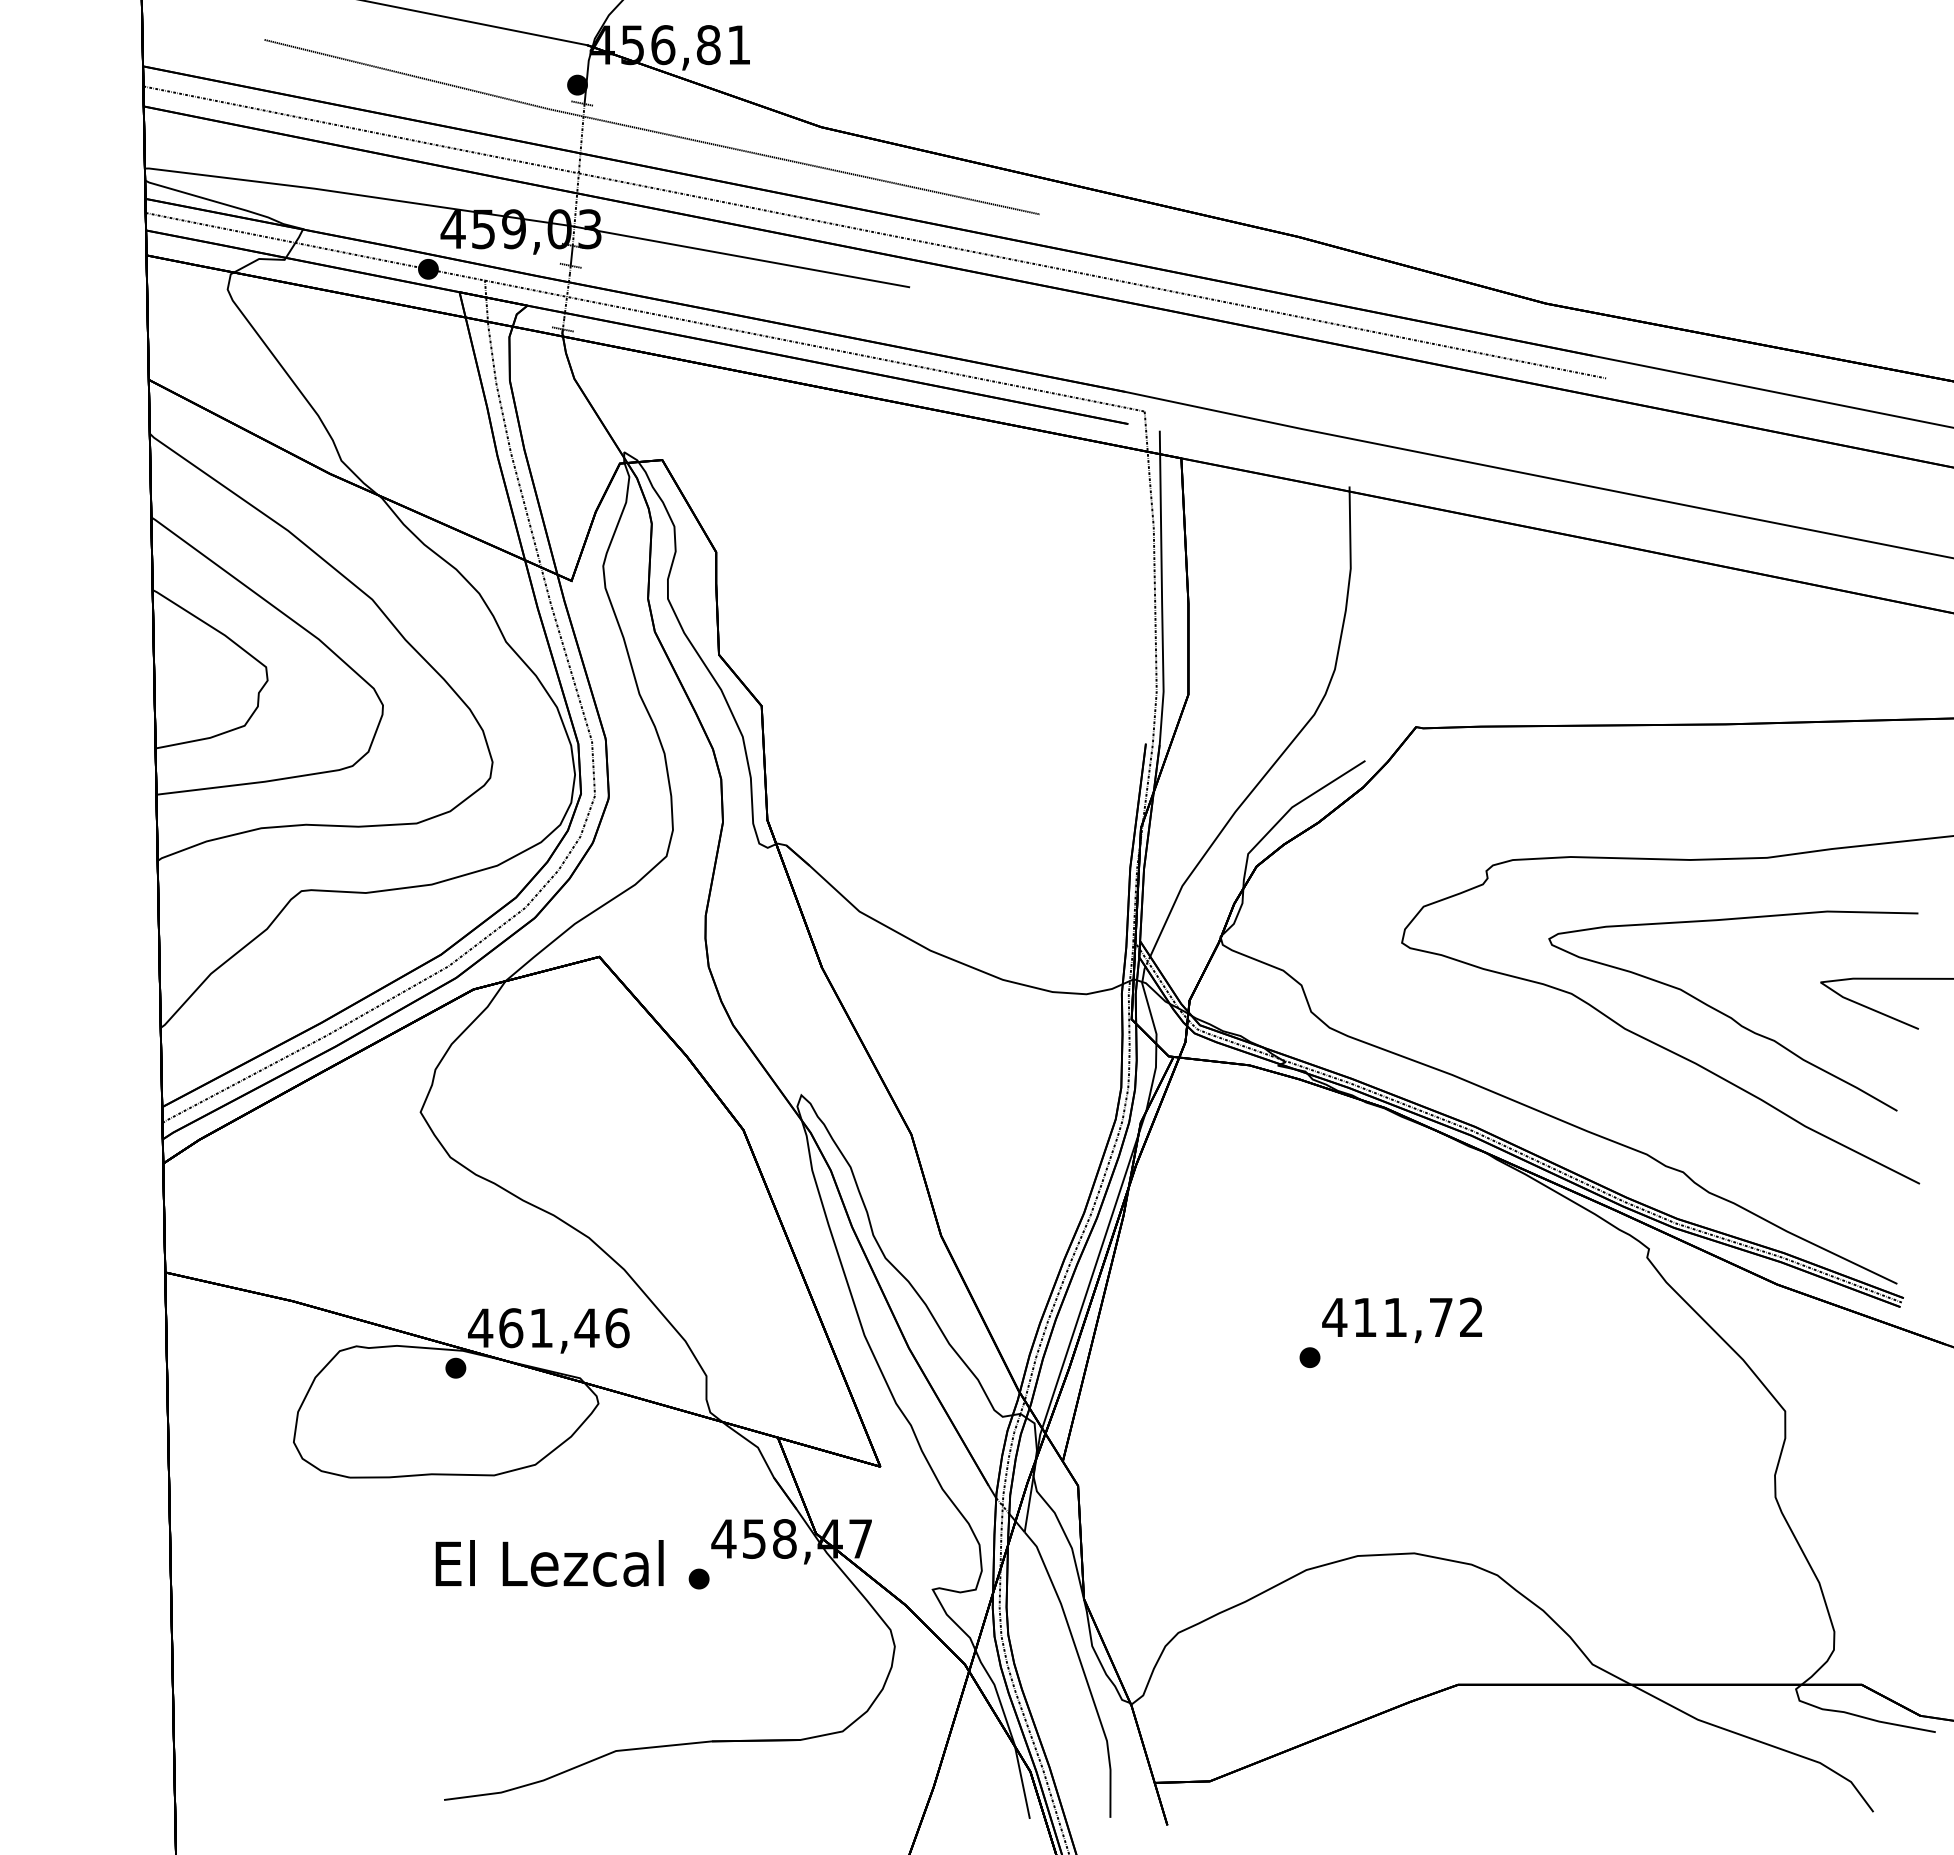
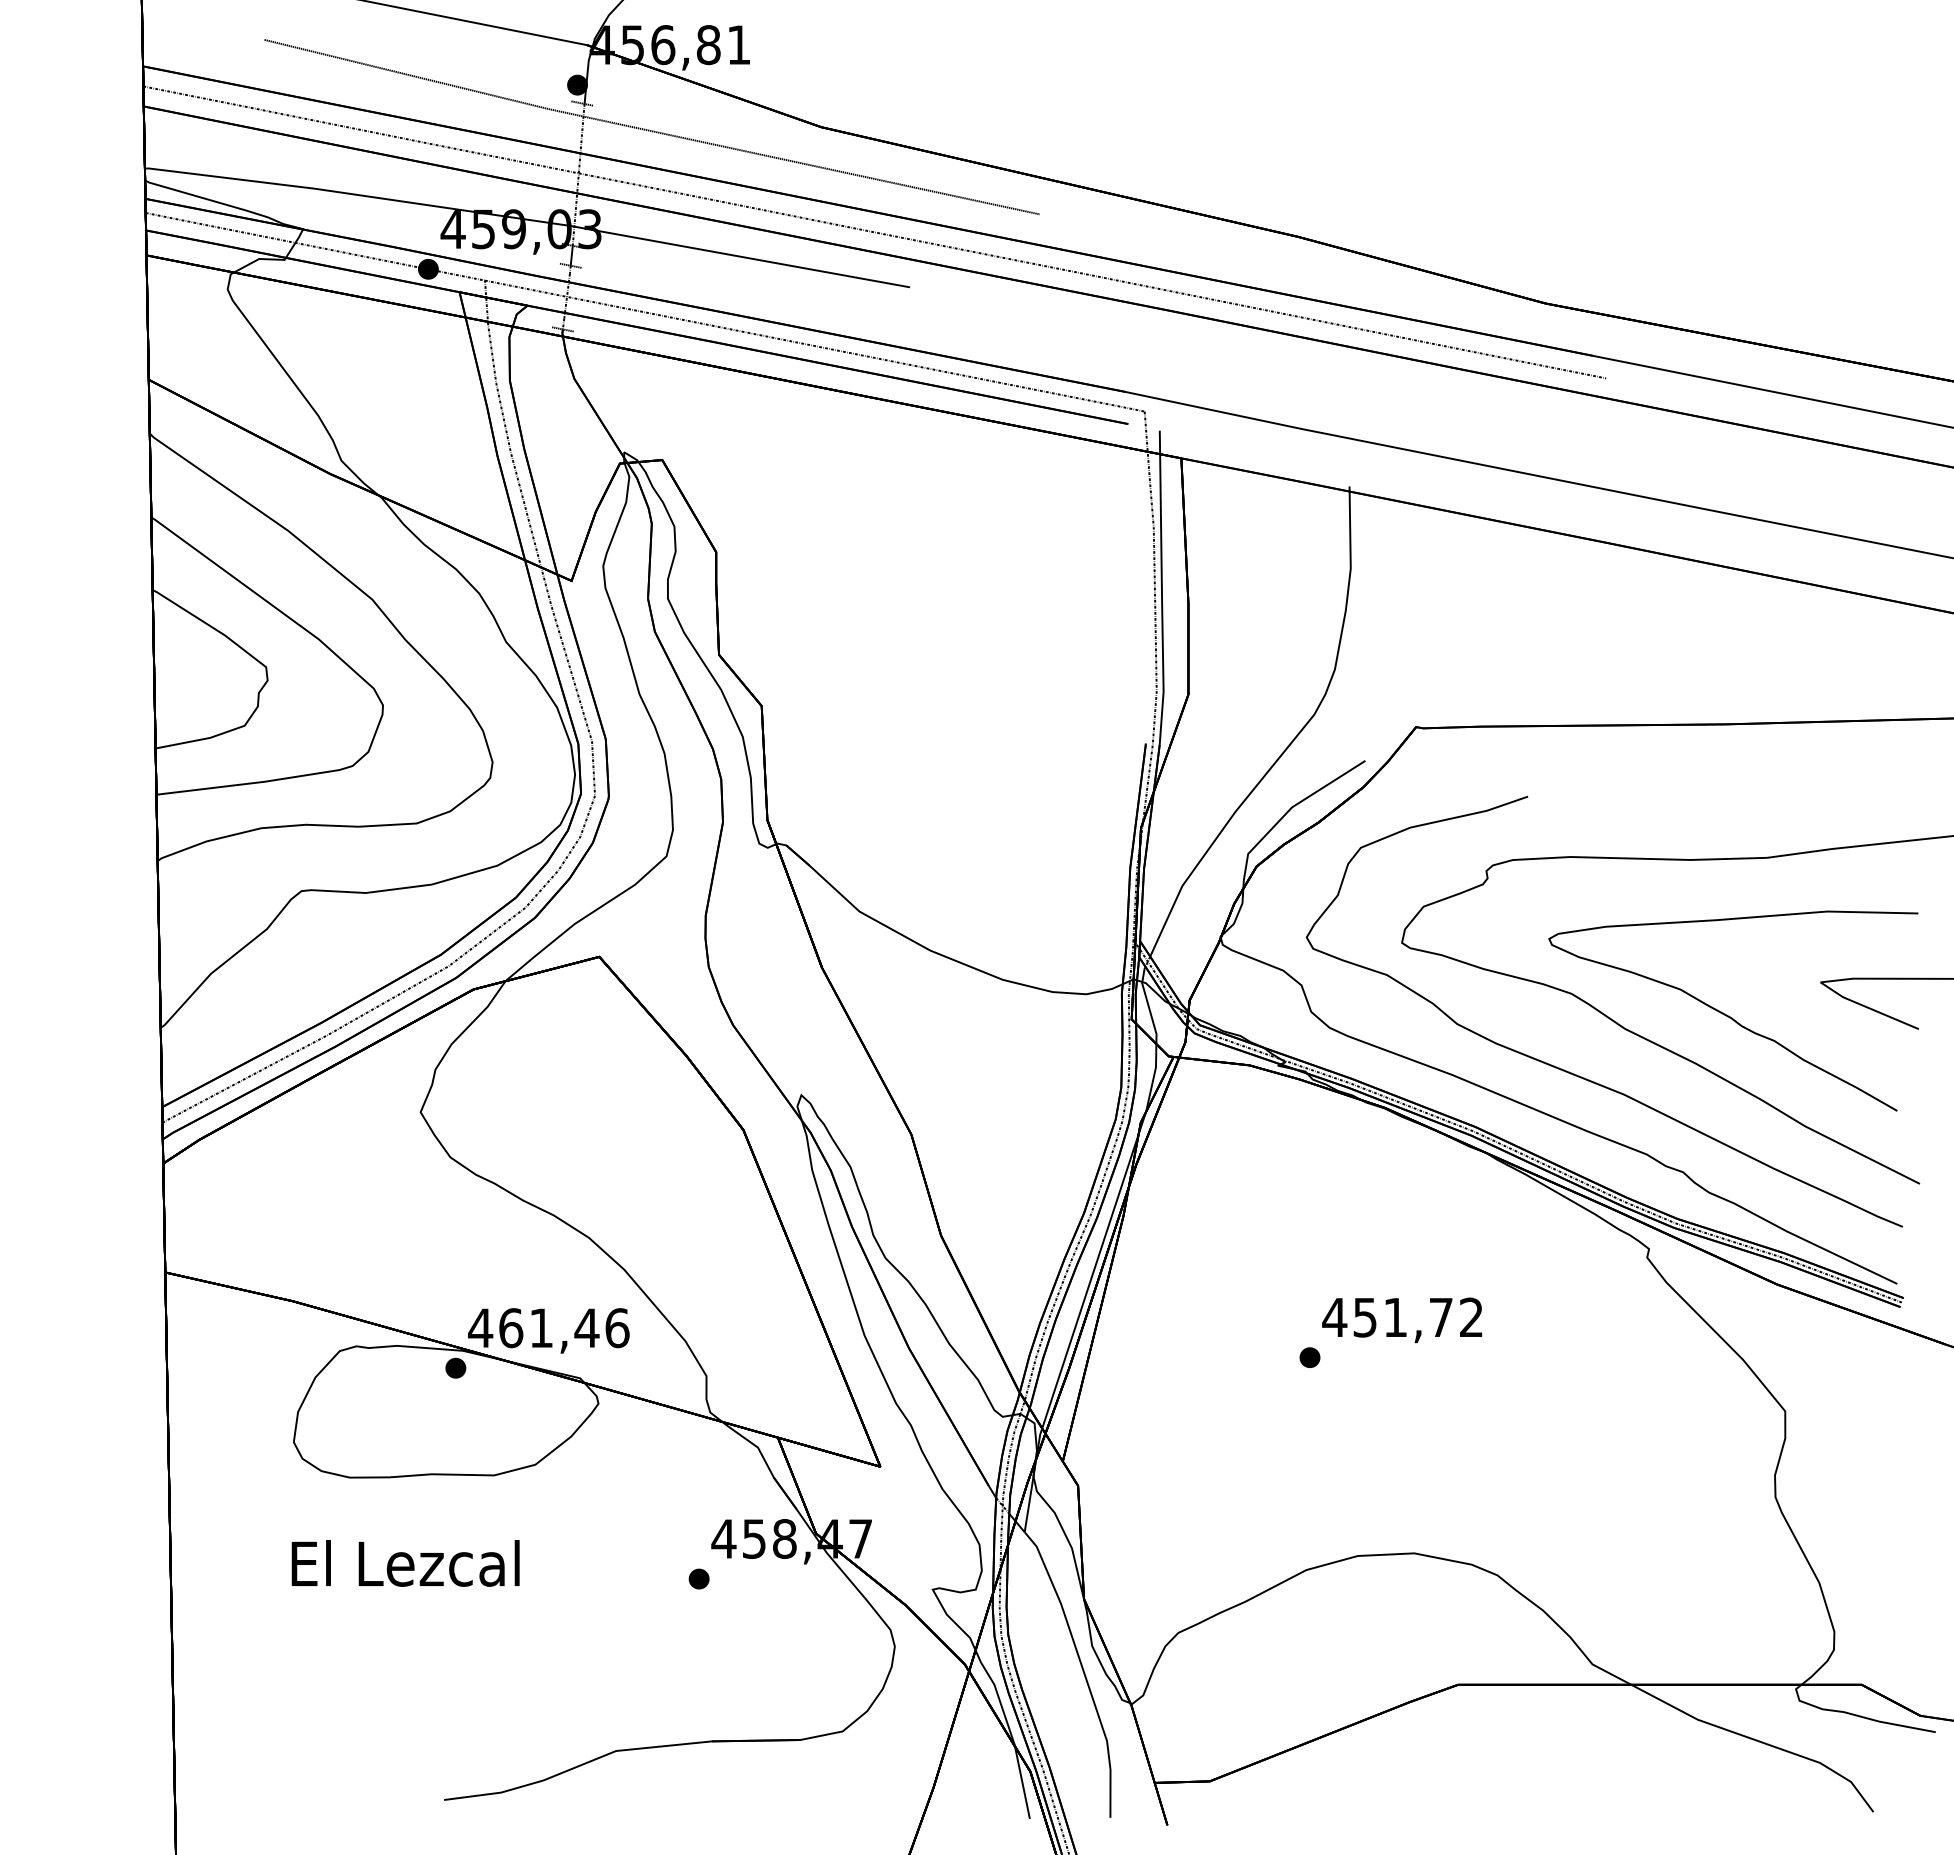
part at (1579, 1075): none -> present
text at (1364, 1317): 411,72 -> 451,72
text at (549, 1563) position: (549, 1563) -> (405, 1563)
